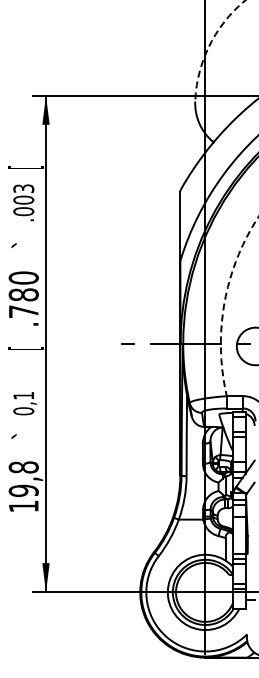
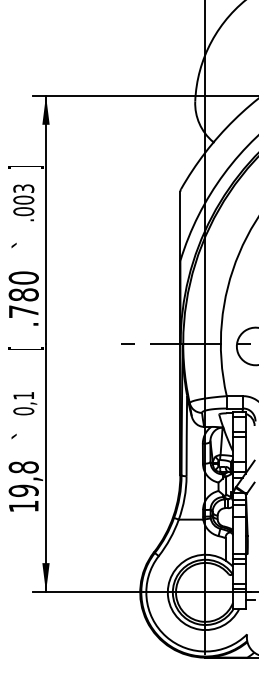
arc at (209, 45): dashed -> solid
text at (25, 167): [ -> ]
arc at (224, 305): dashed -> solid
